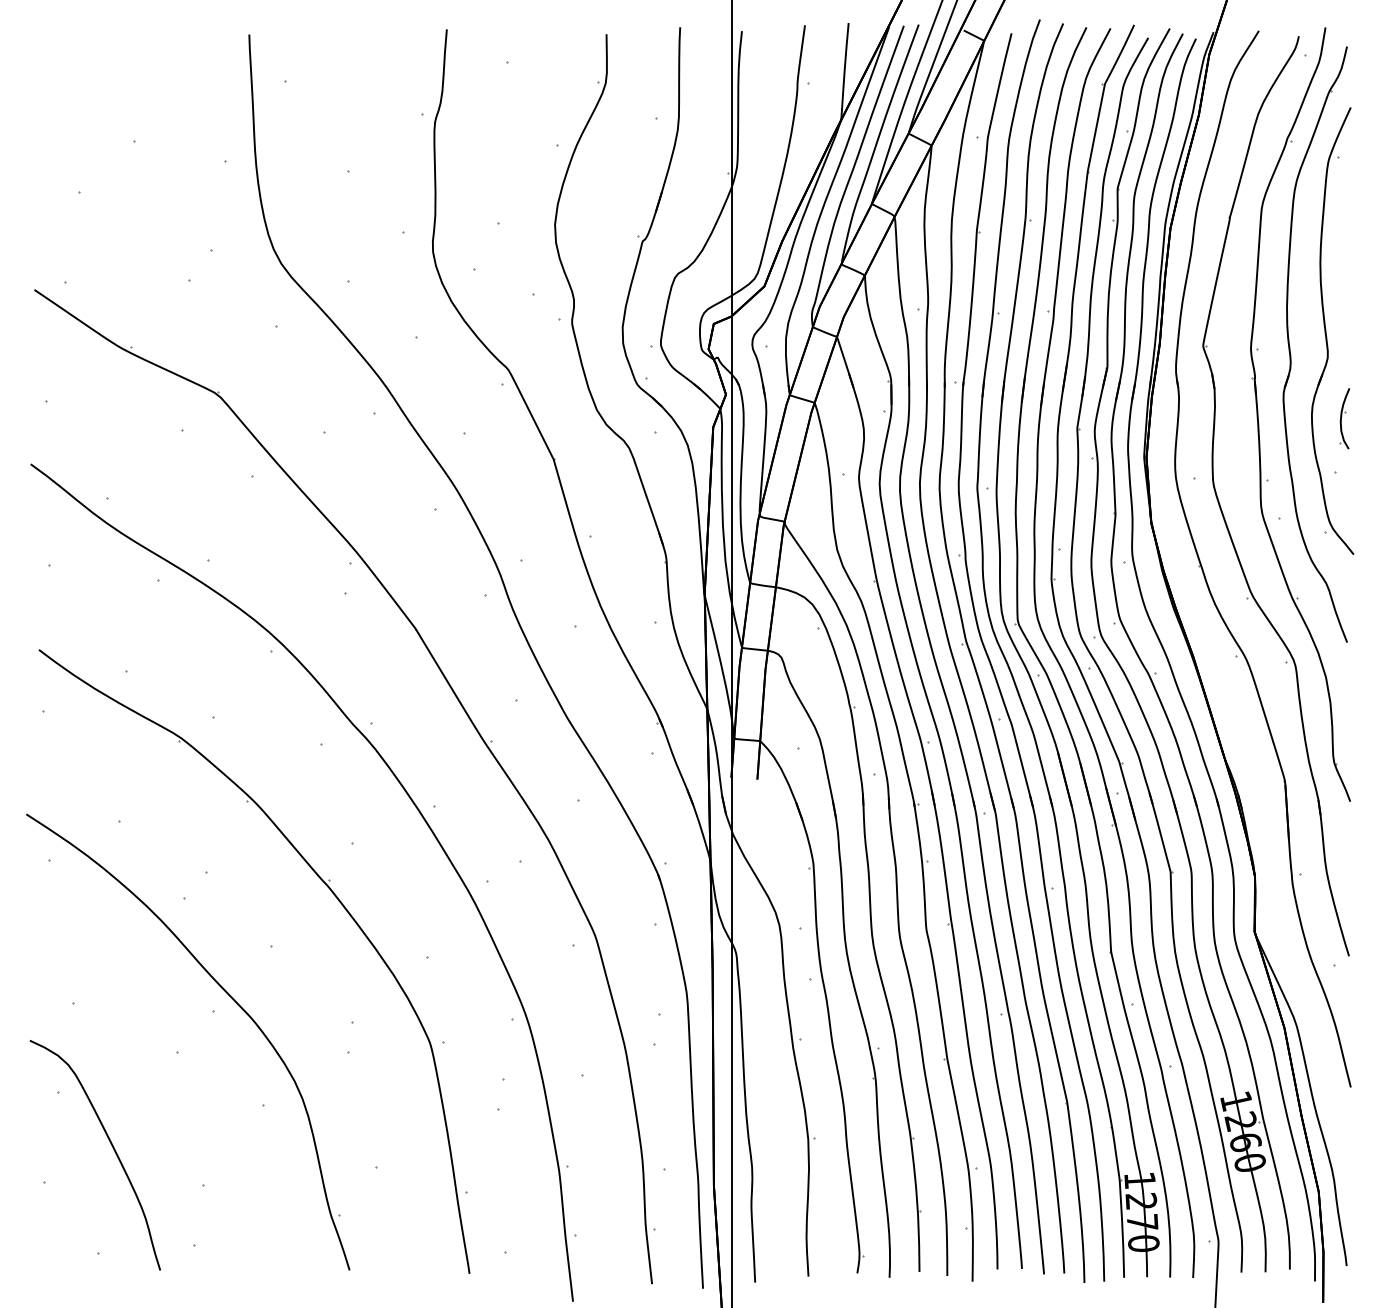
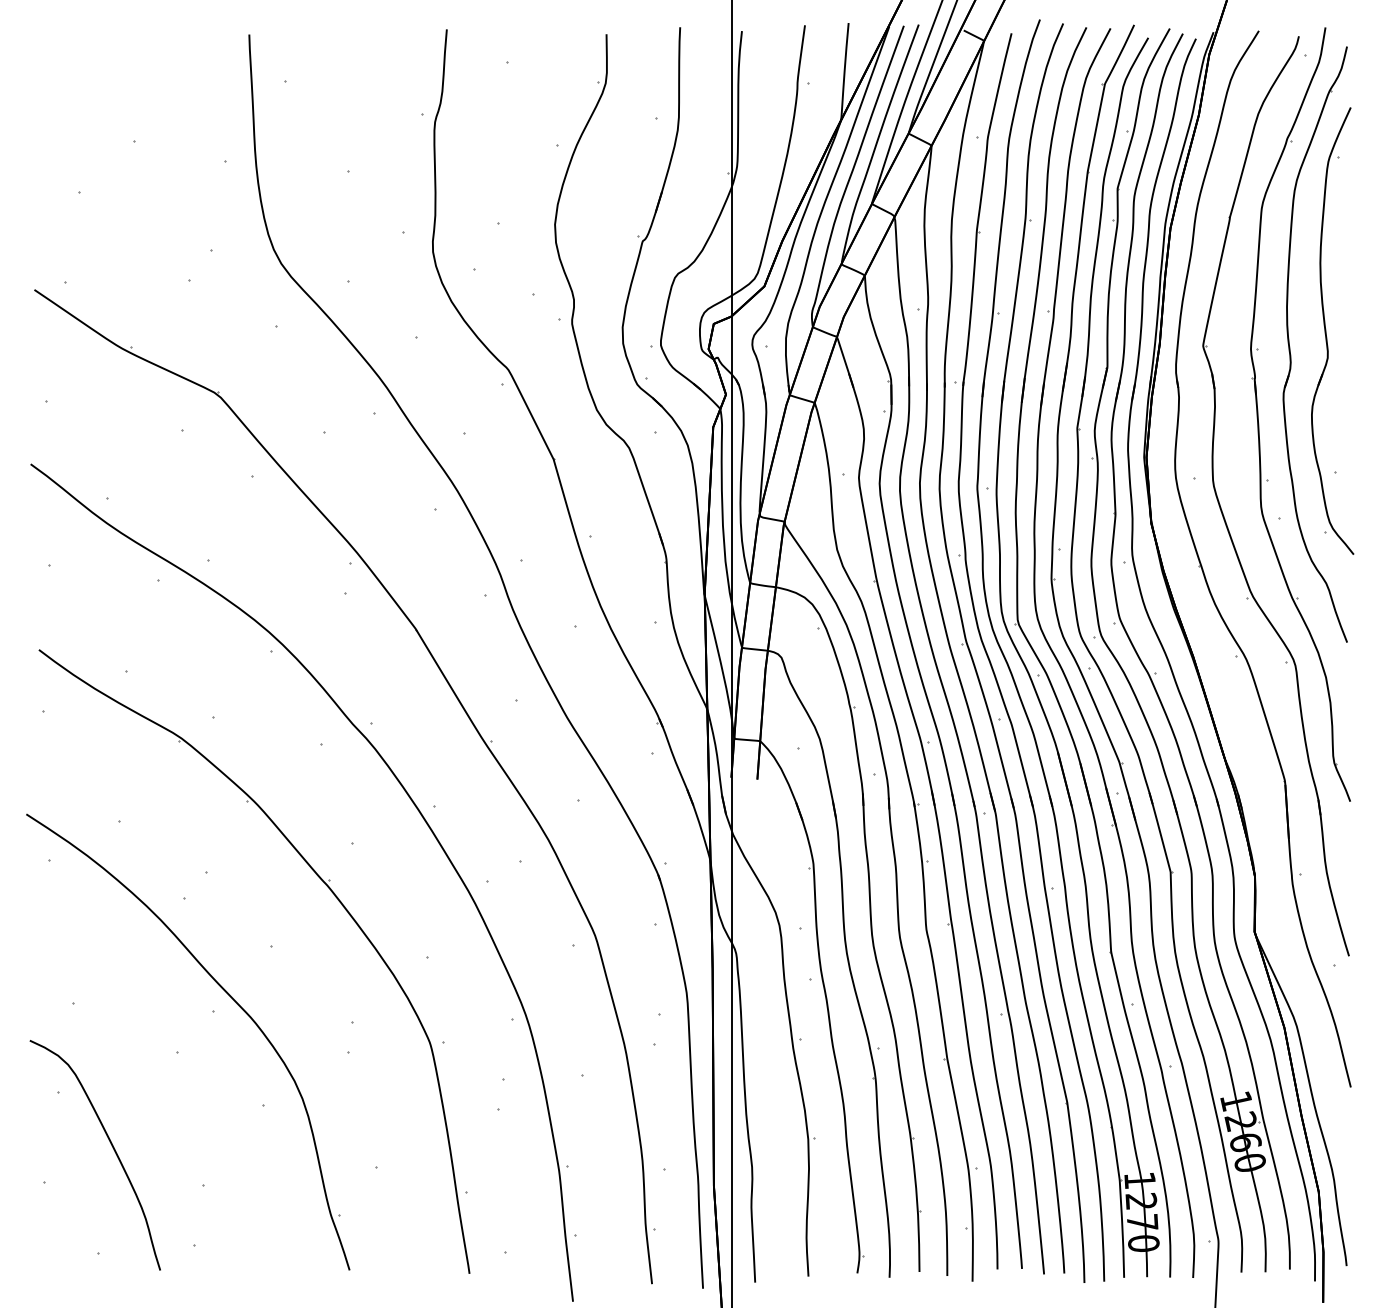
part at (1344, 418): present -> none
